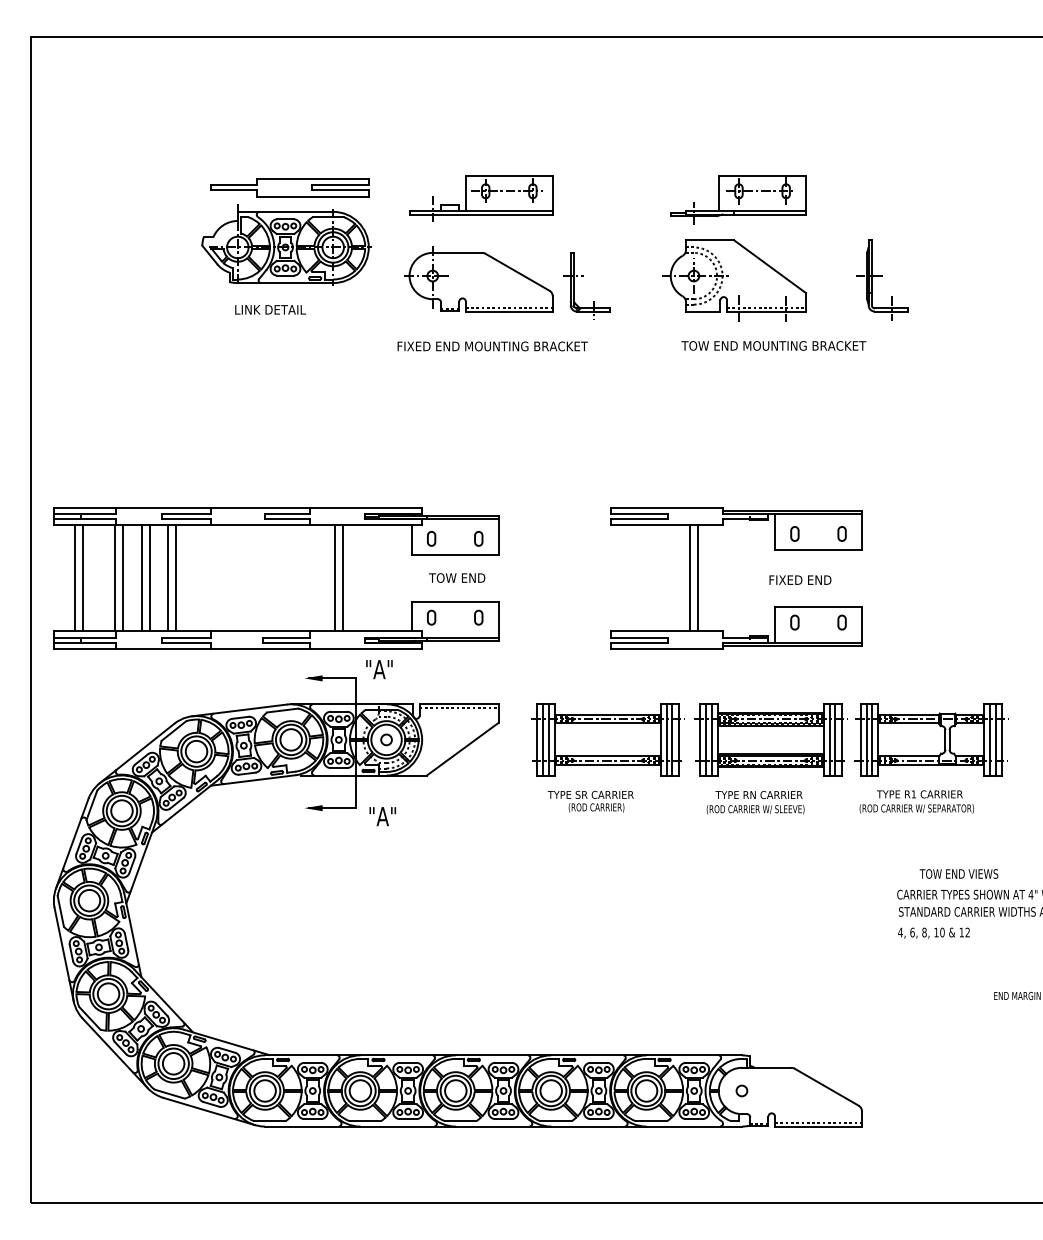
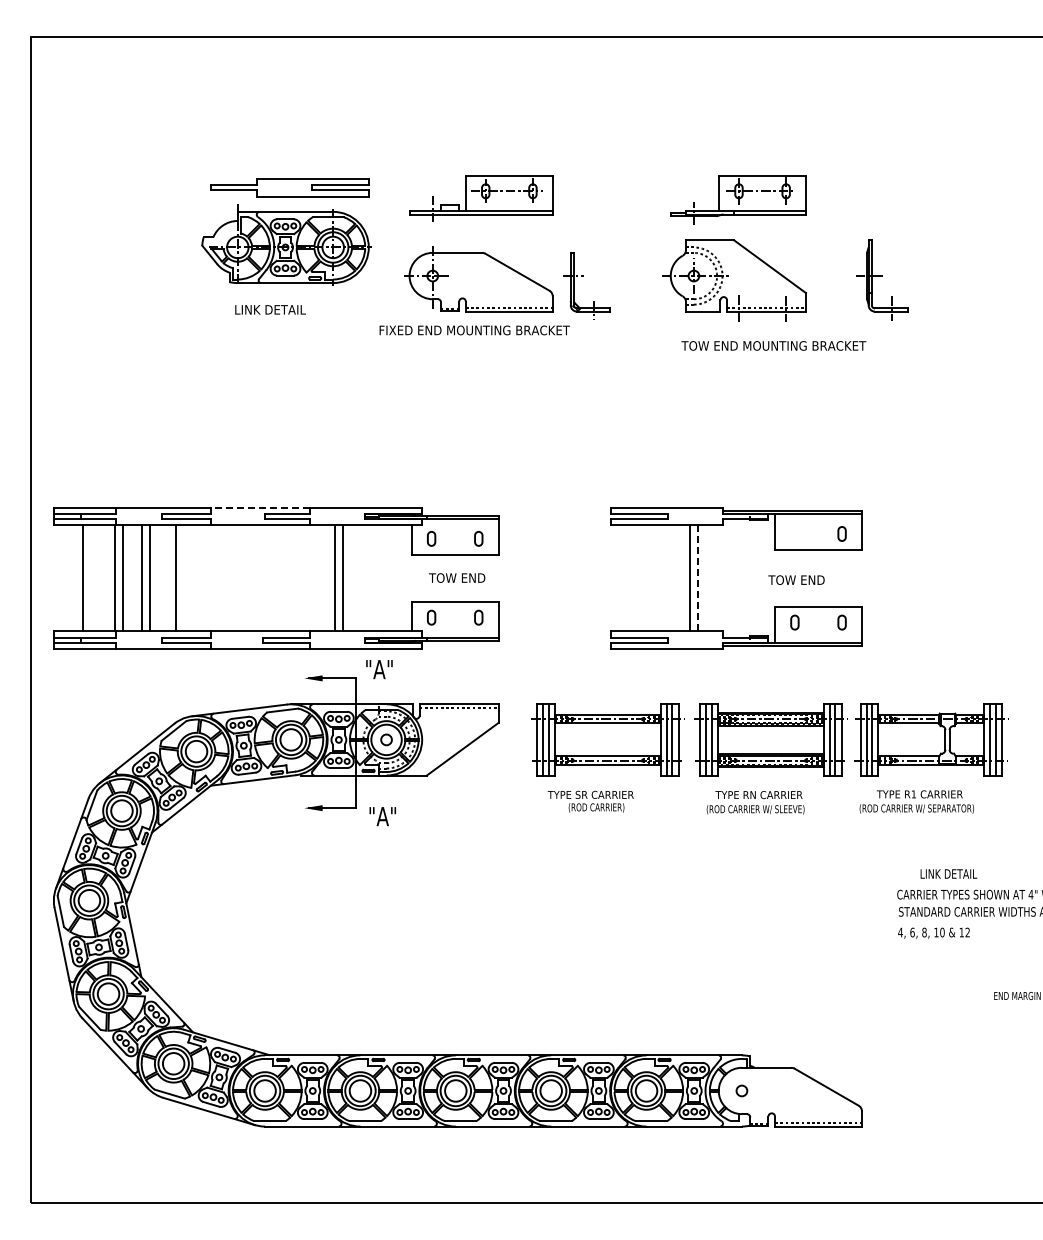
text at (492, 346) position: (492, 346) -> (474, 330)
line at (260, 507): solid -> dashed
part at (794, 533): present -> none
line at (74, 578): present -> none
line at (168, 578): present -> none
line at (698, 578): solid -> dashed
text at (799, 579): FIXED END -> TOW END
text at (958, 873): TOW END VIEWS -> LINK DETAIL
